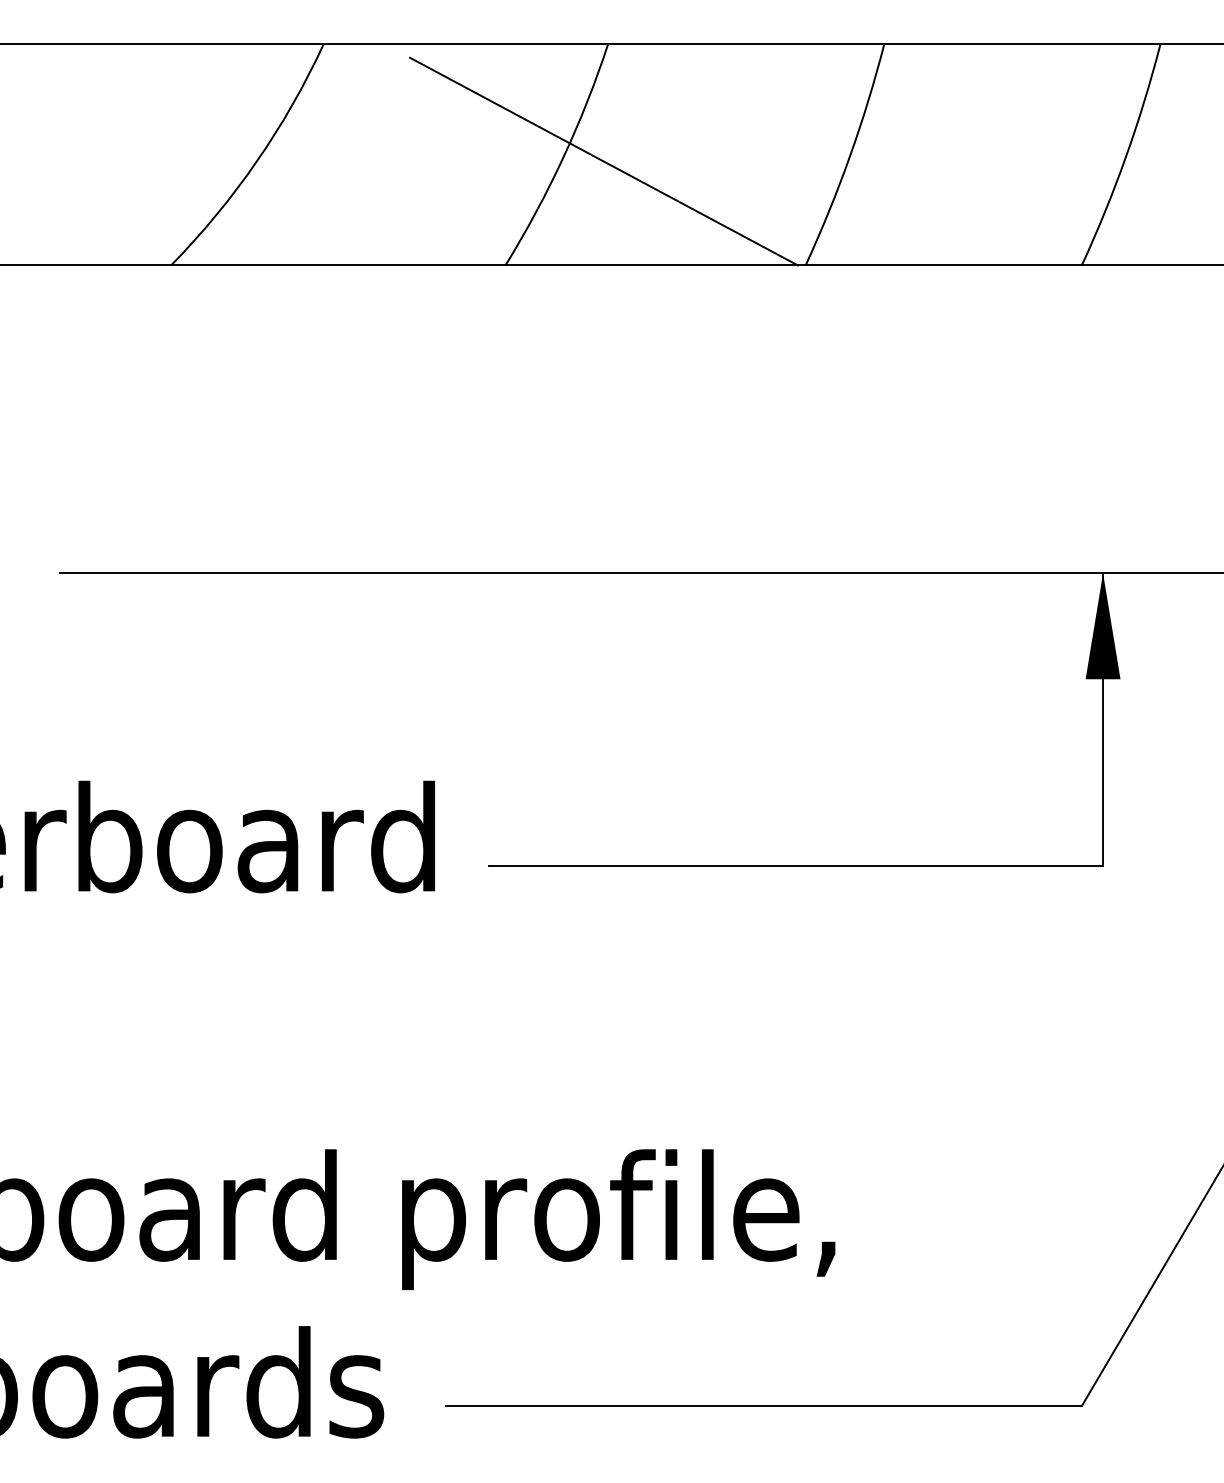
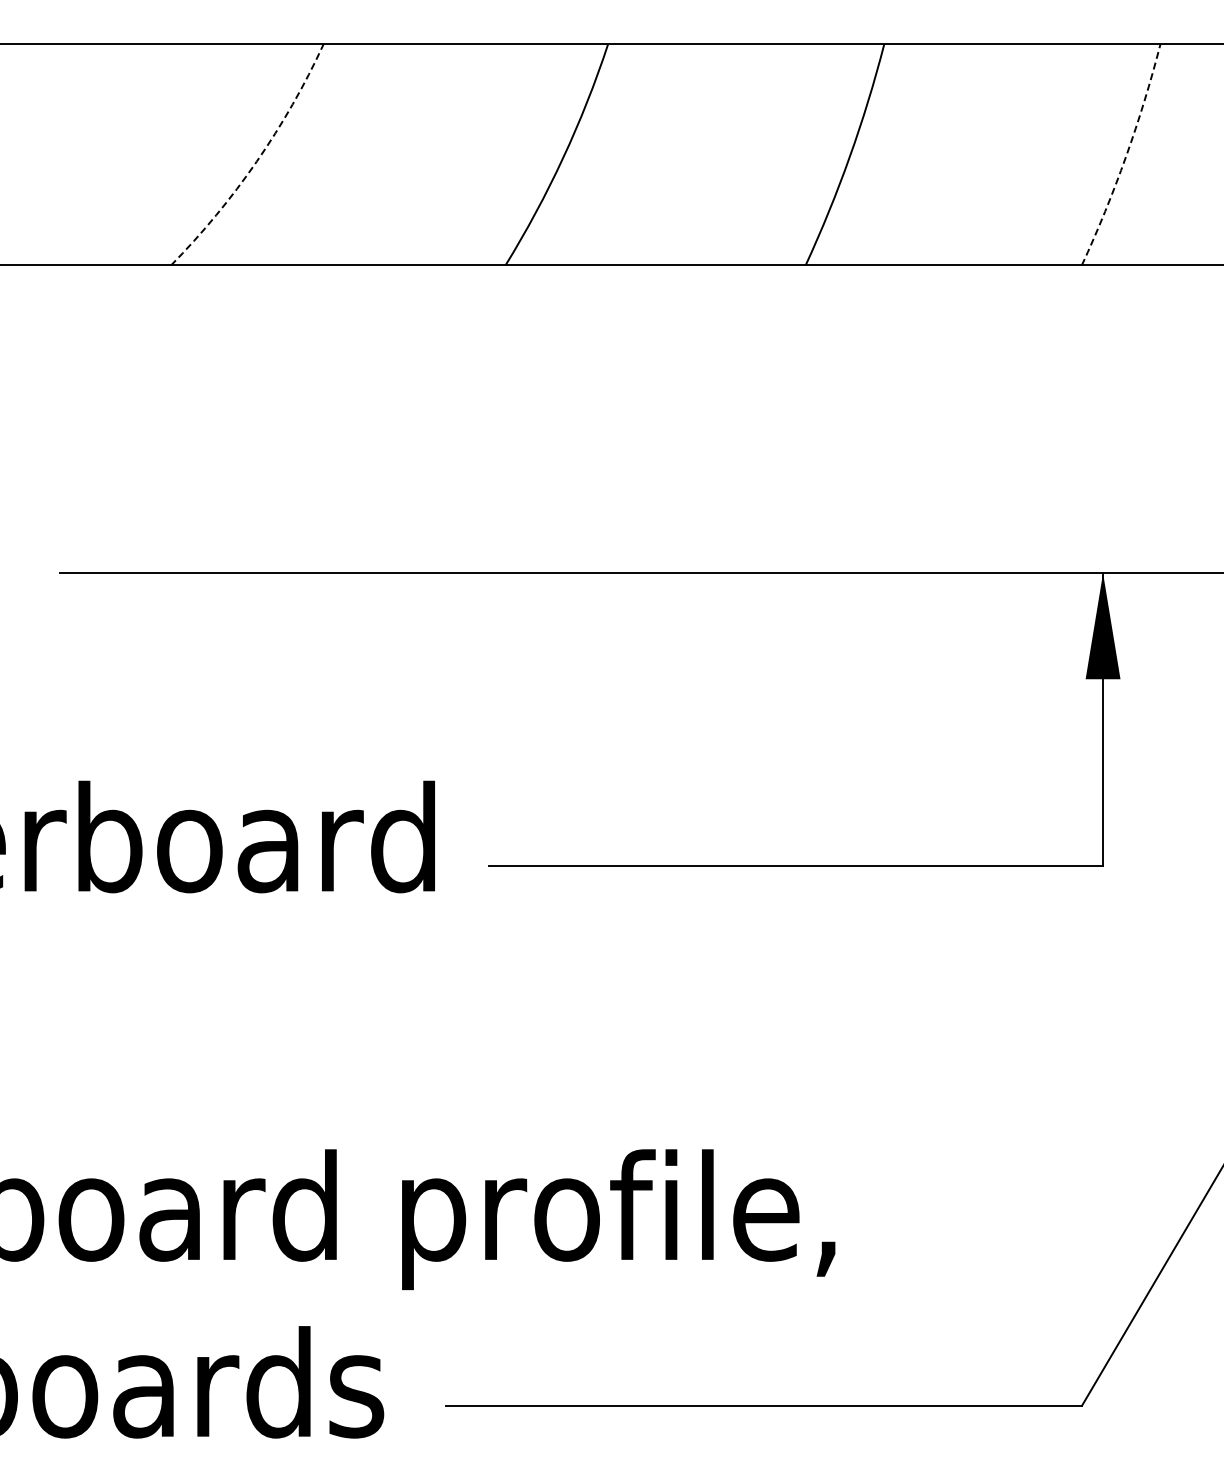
arc at (1126, 156): solid -> dashed
arc at (256, 161): solid -> dashed
line at (603, 161): present -> none
